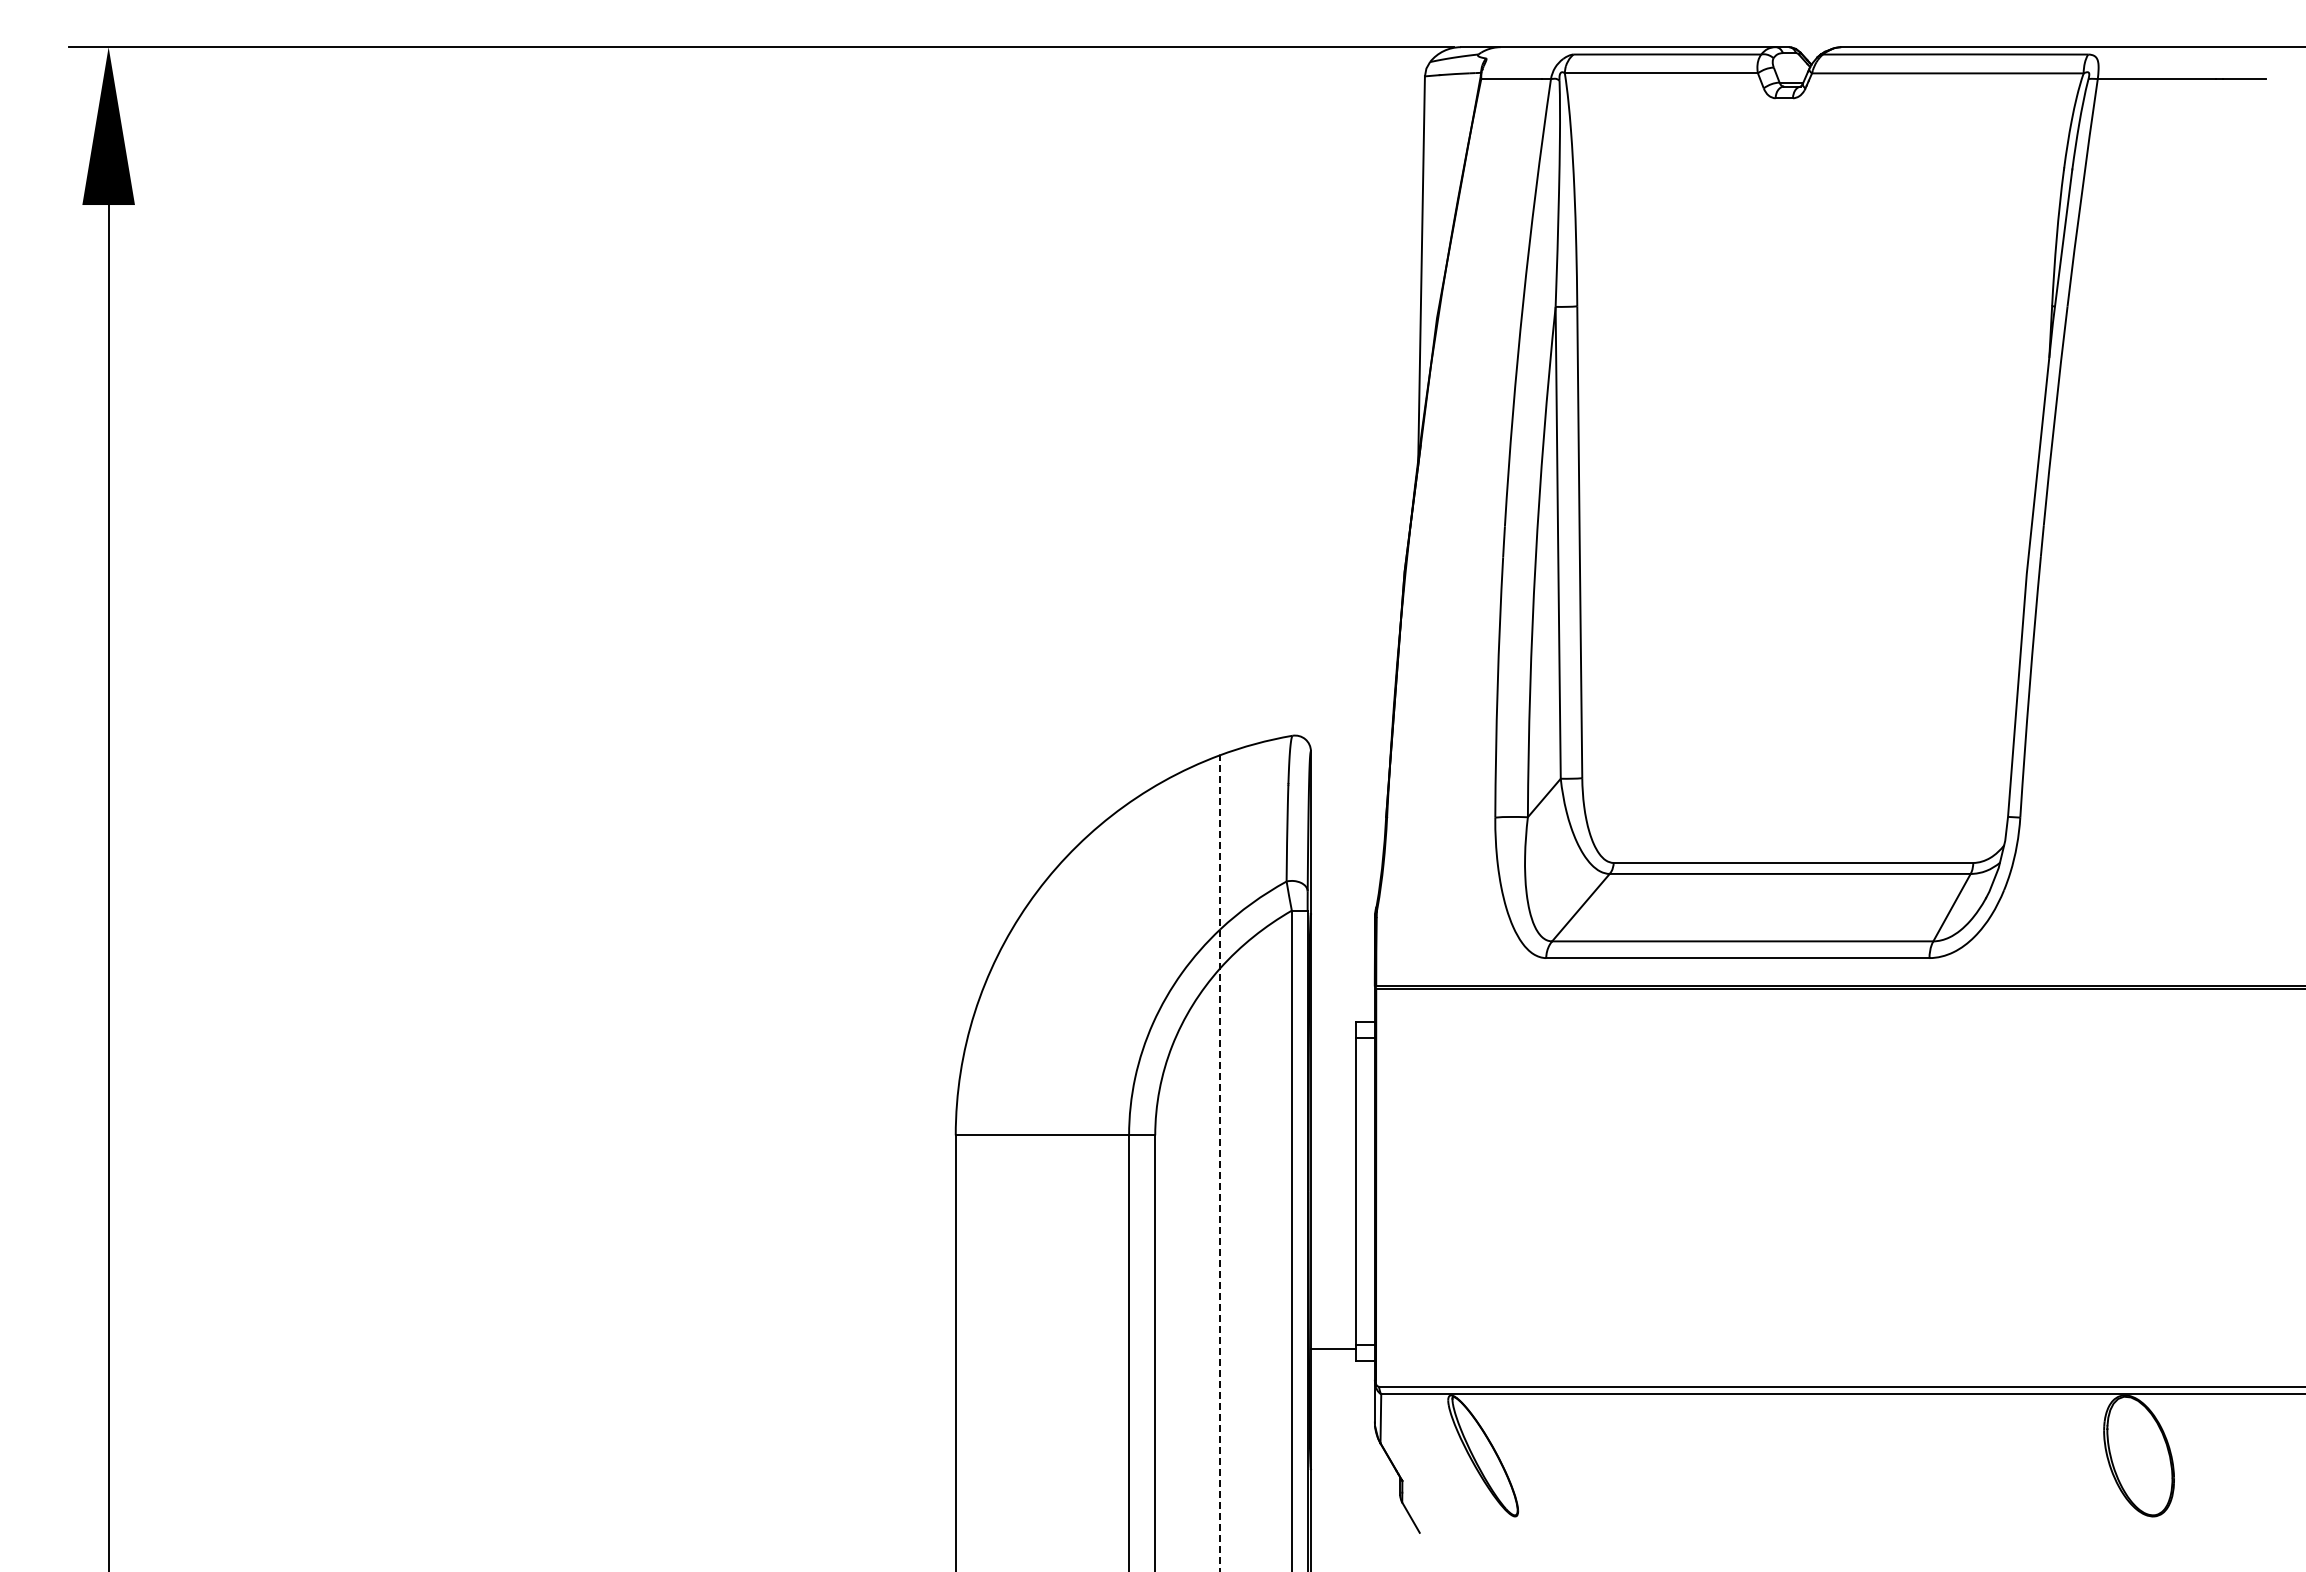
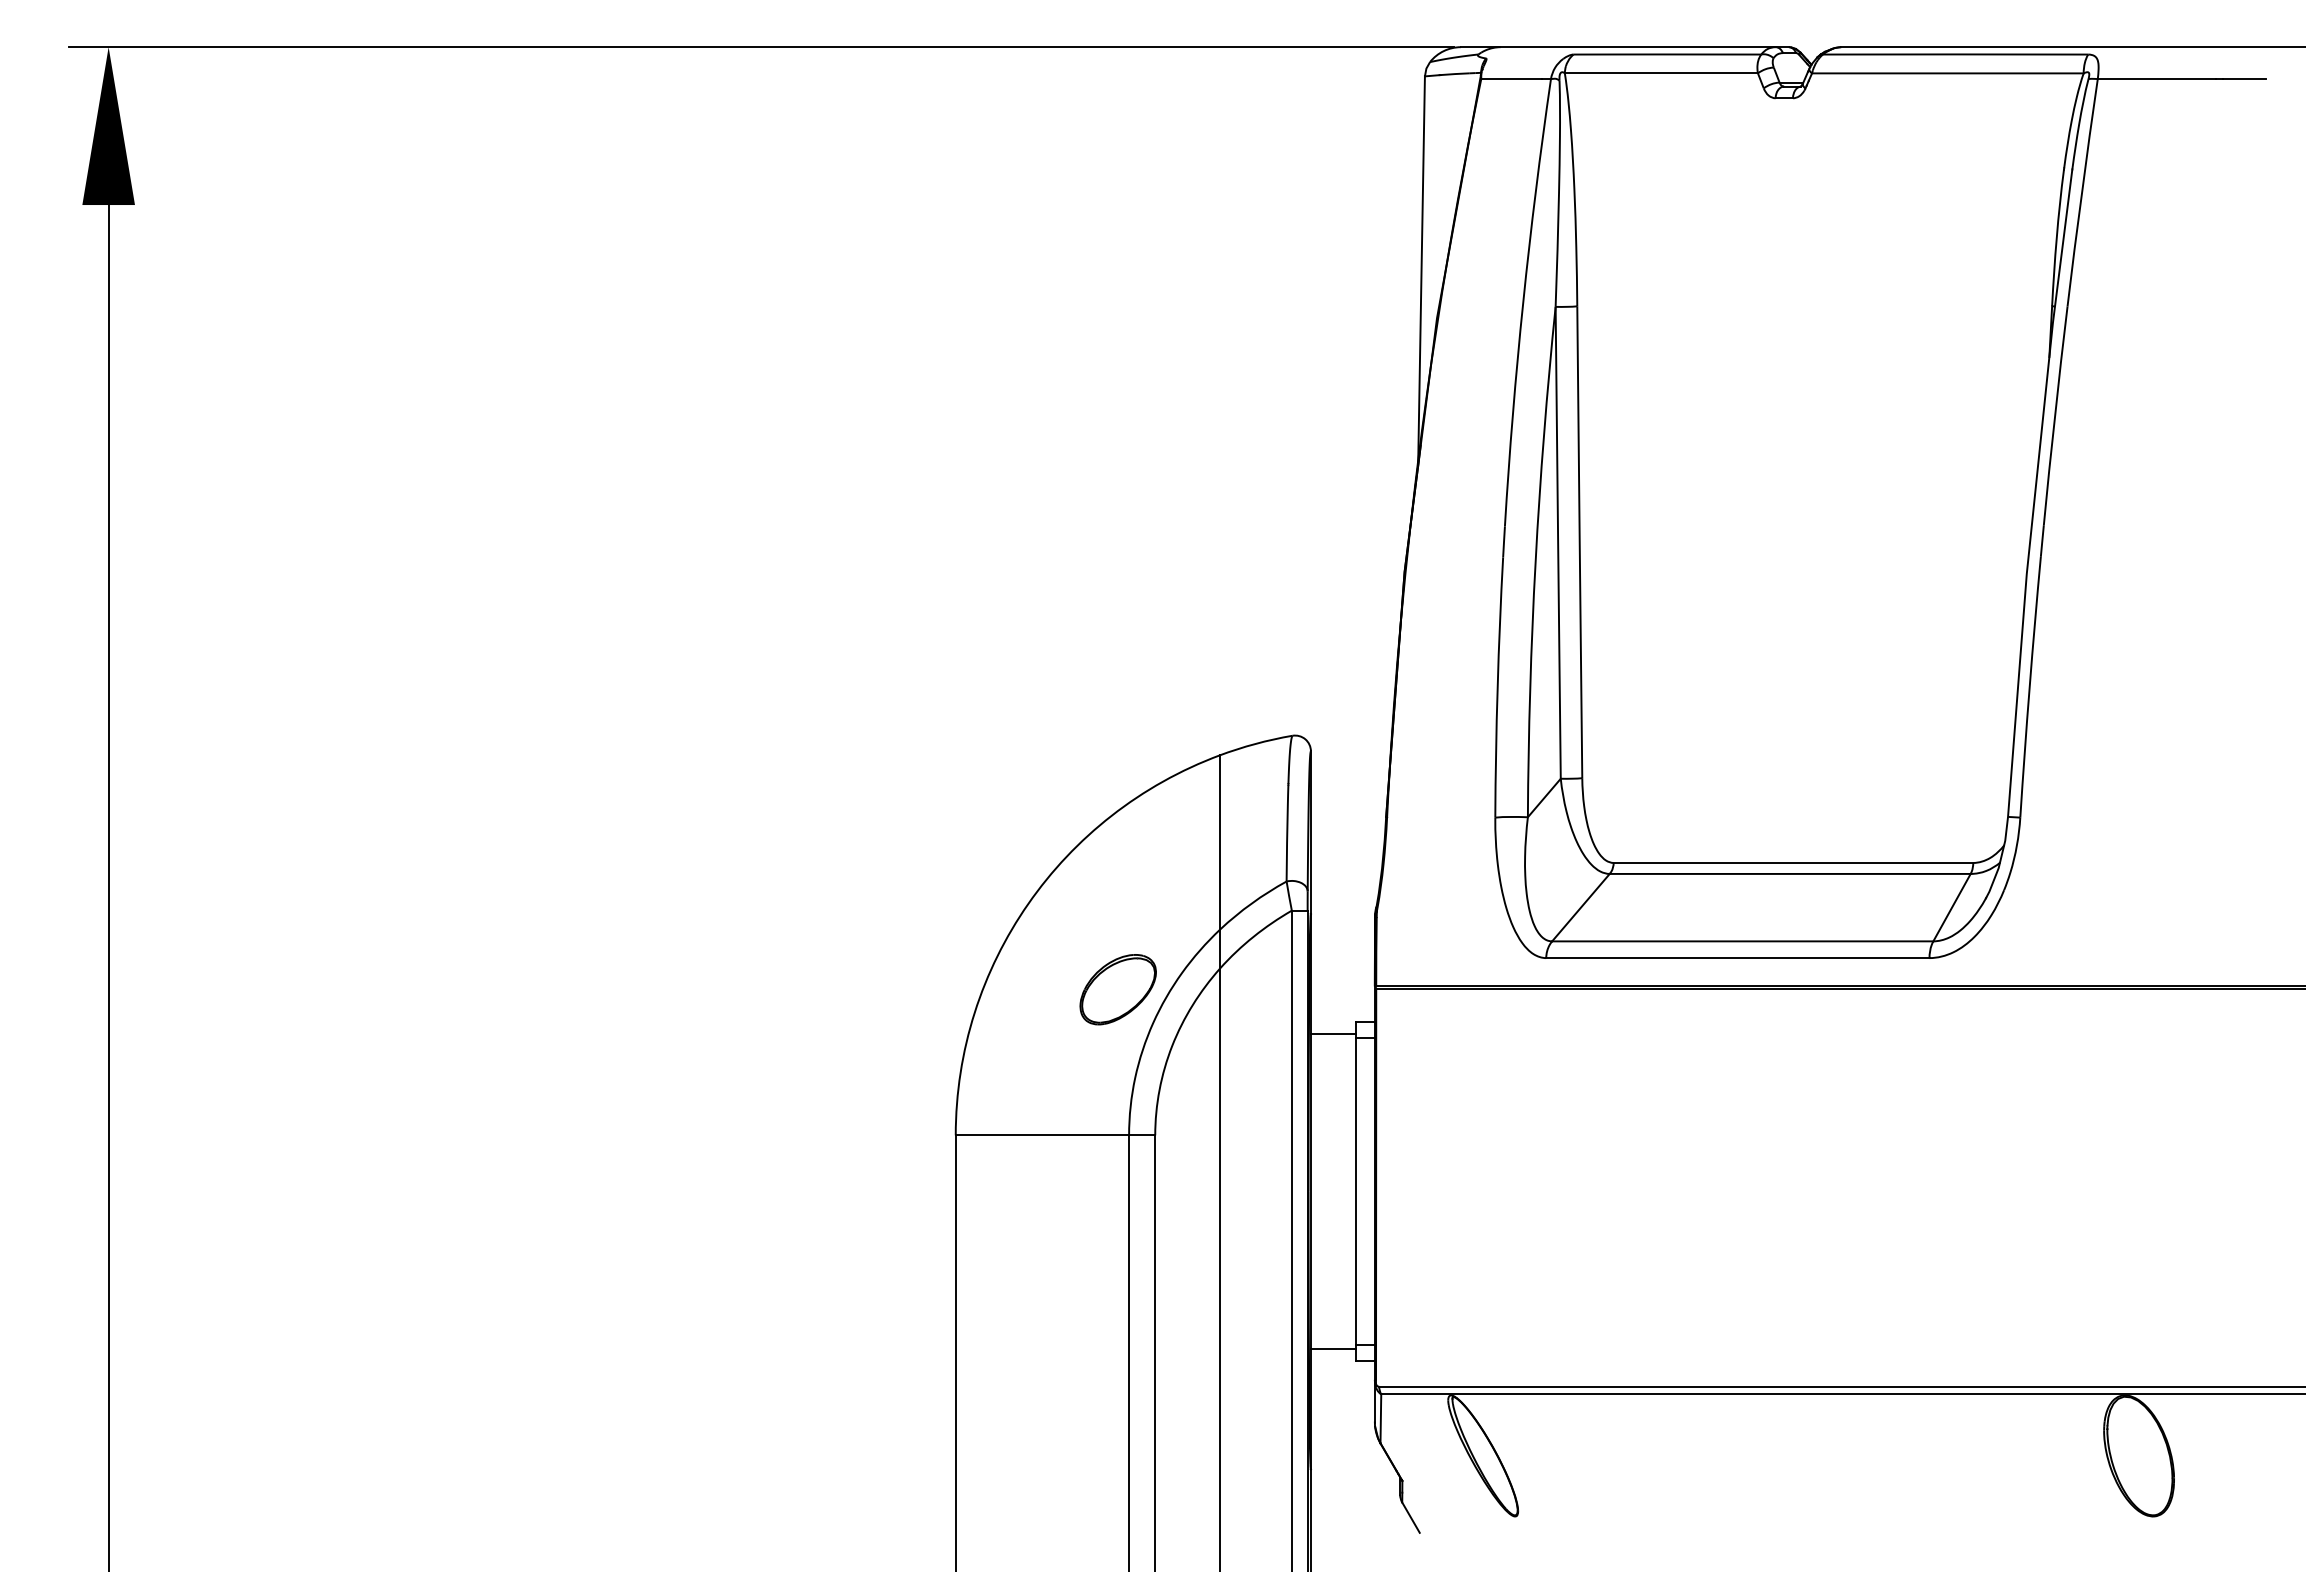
part at (1117, 989): none -> present
line at (1332, 1034): none -> present
line at (1220, 1163): dashed -> solid
